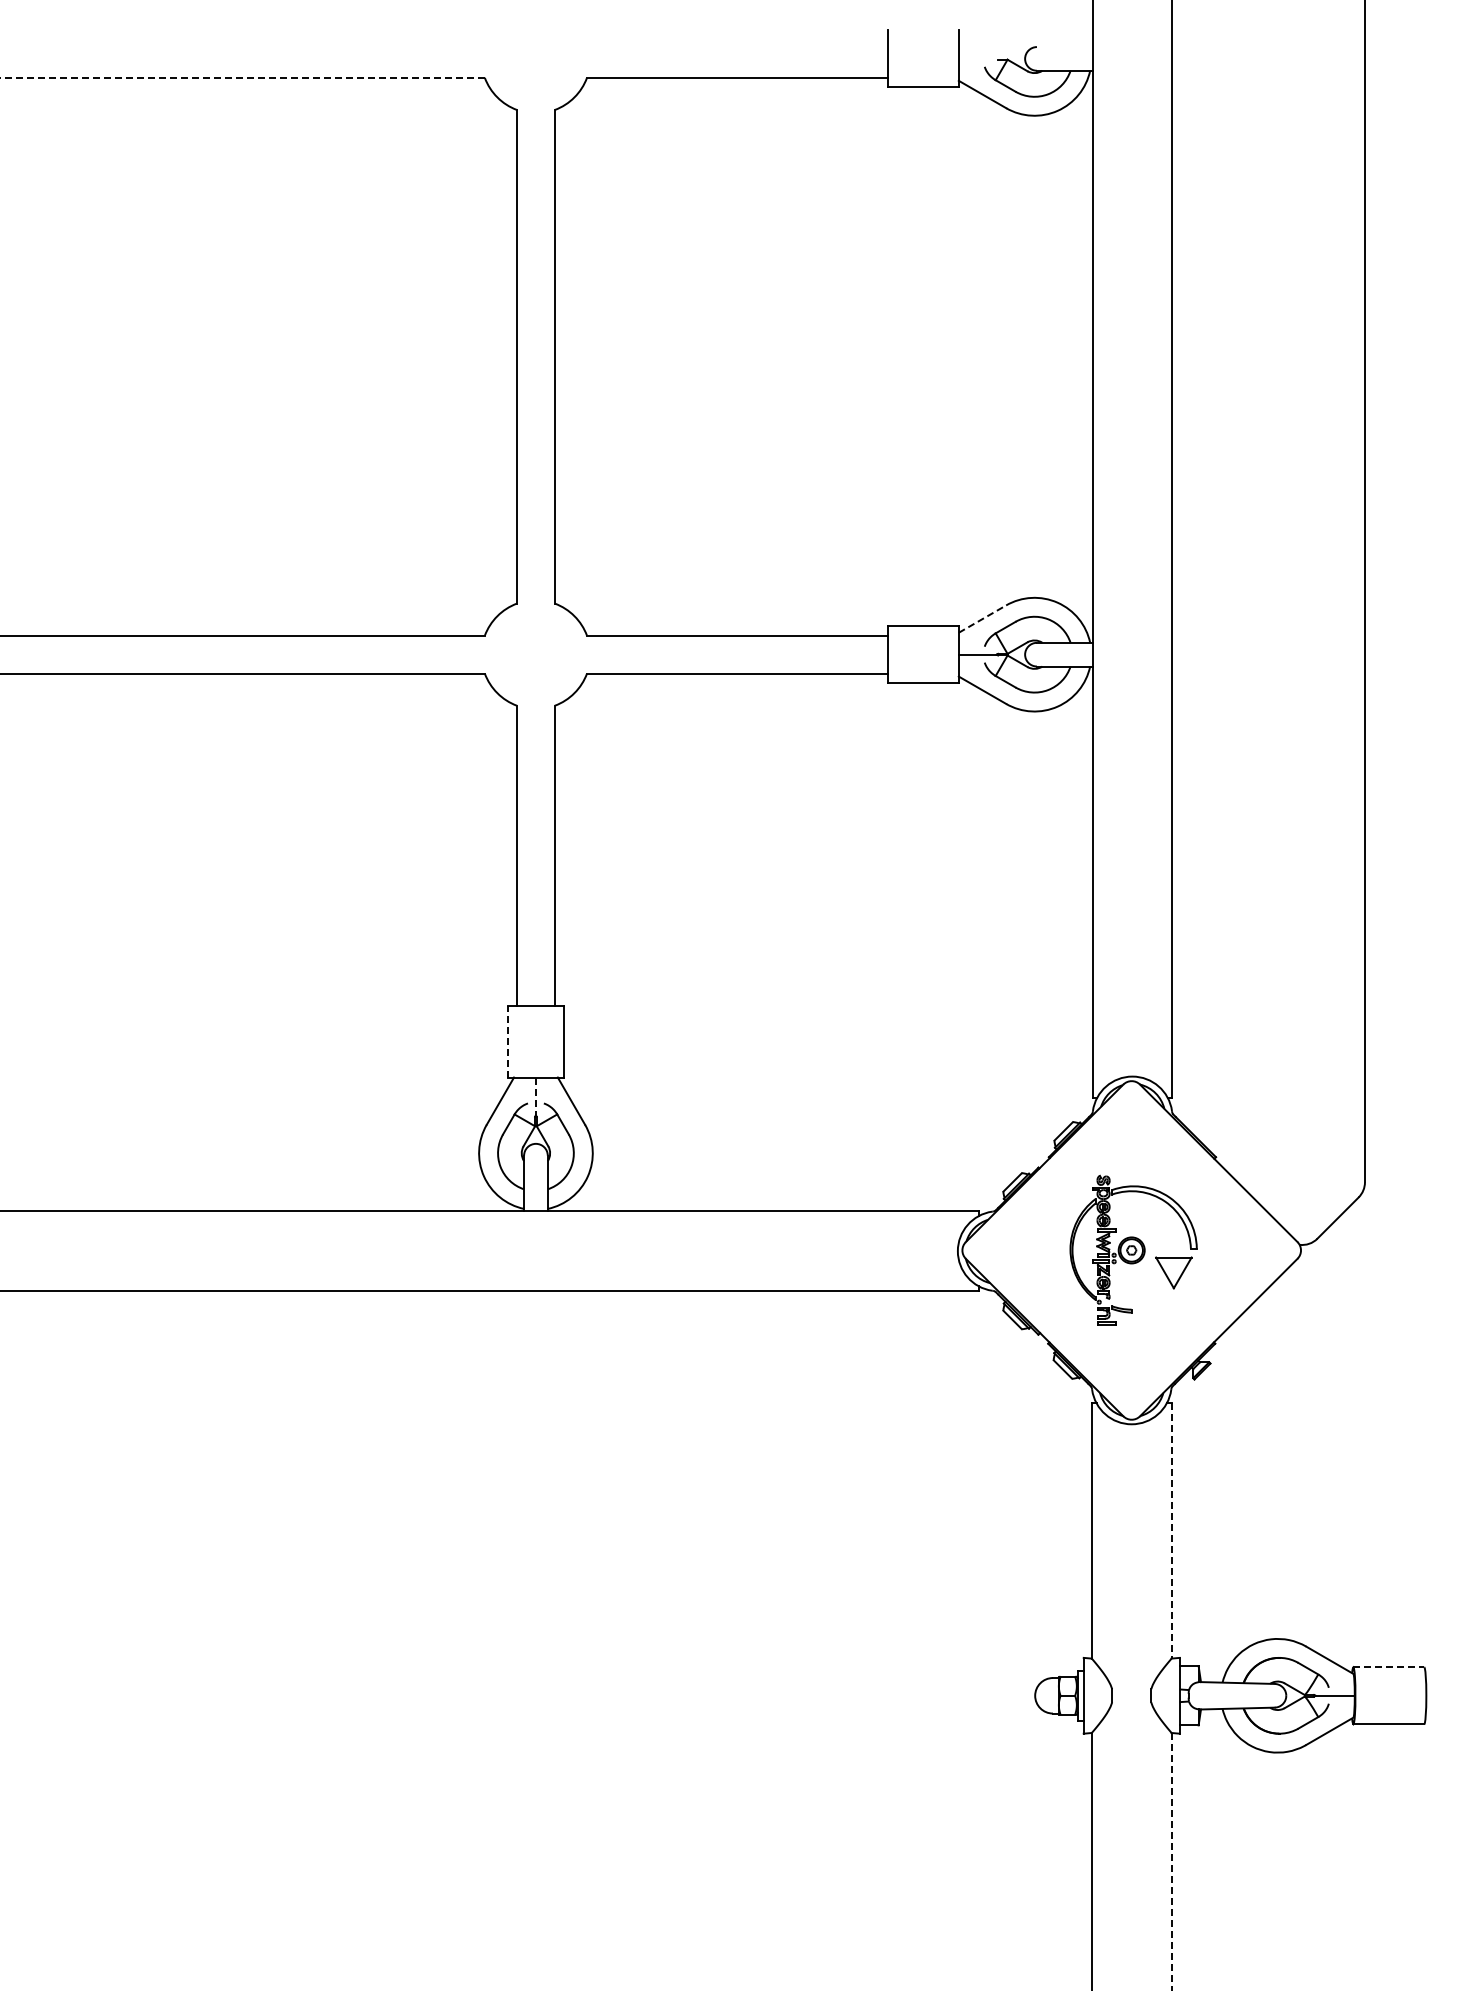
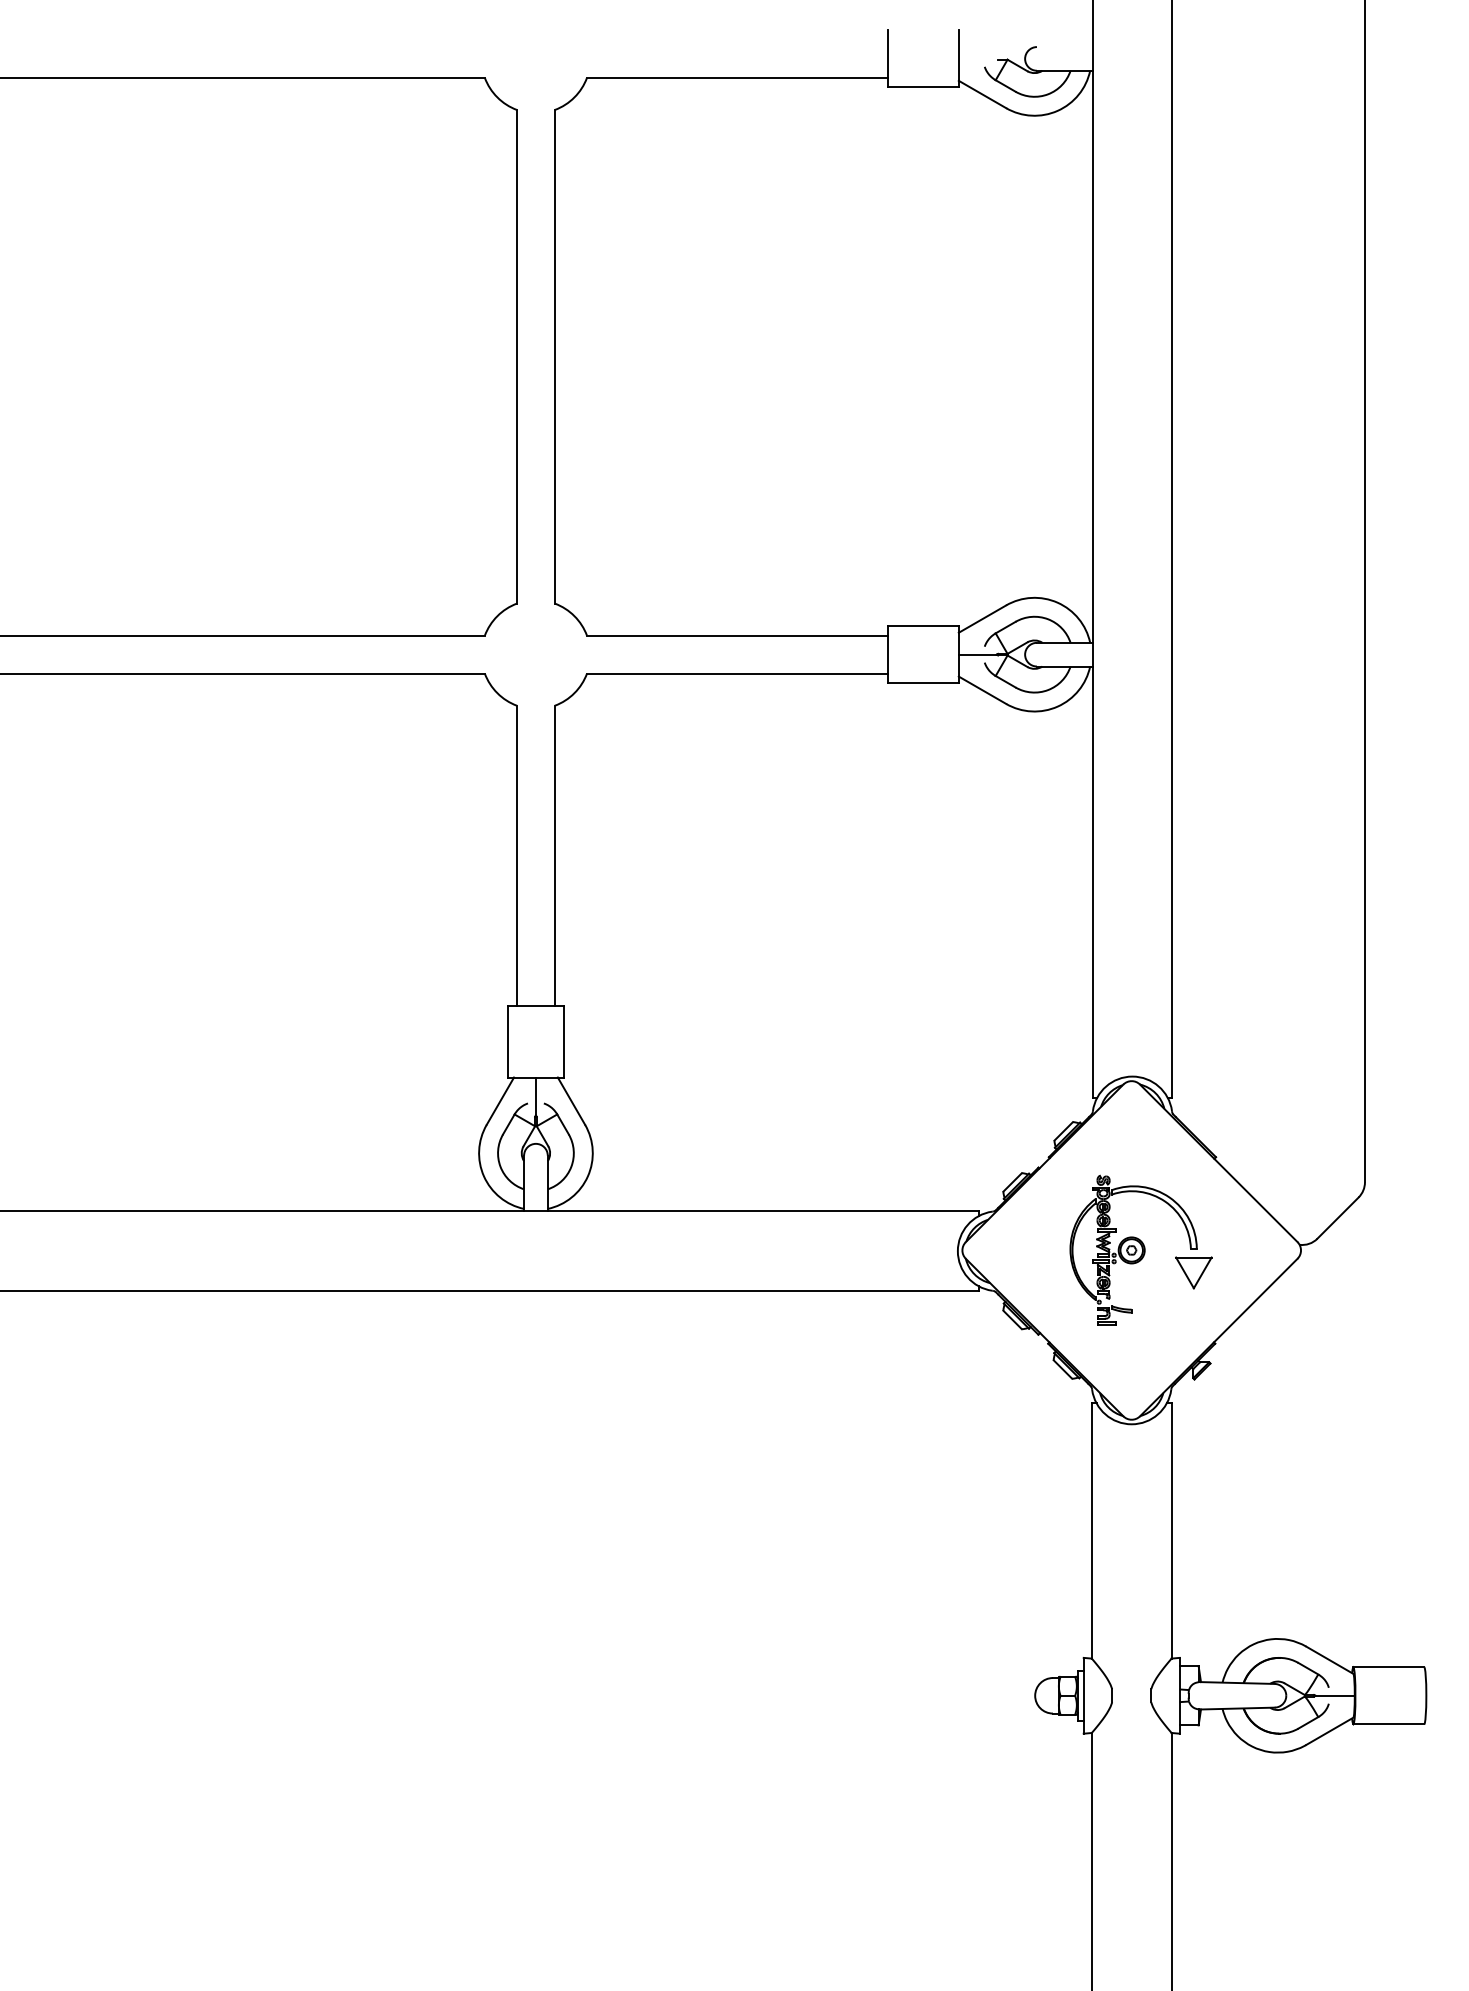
line at (242, 77): dashed -> solid
line at (982, 618): dashed -> solid
line at (507, 1041): dashed -> solid
line at (535, 1096): dashed -> solid
part at (1173, 1272) position: (1173, 1272) -> (1193, 1272)
line at (1171, 1530): dashed -> solid
line at (1389, 1667): dashed -> solid
line at (1171, 1861): dashed -> solid
